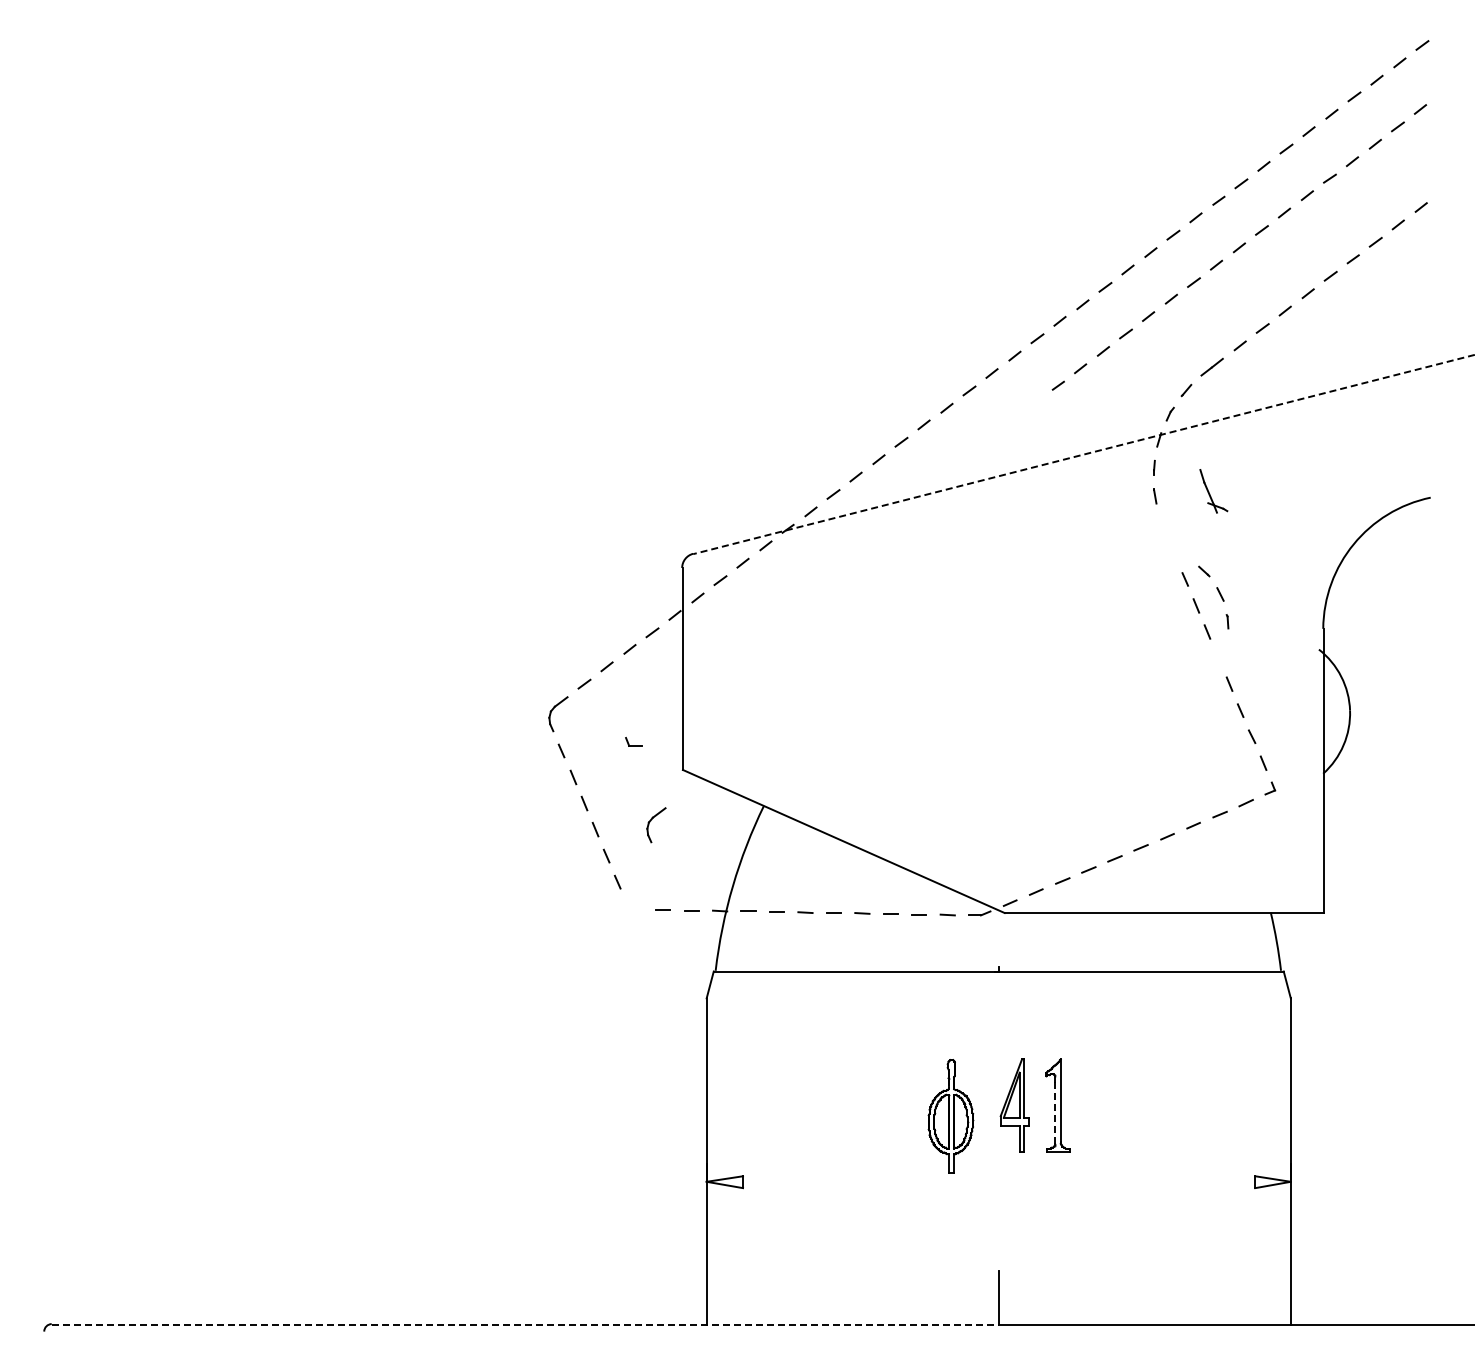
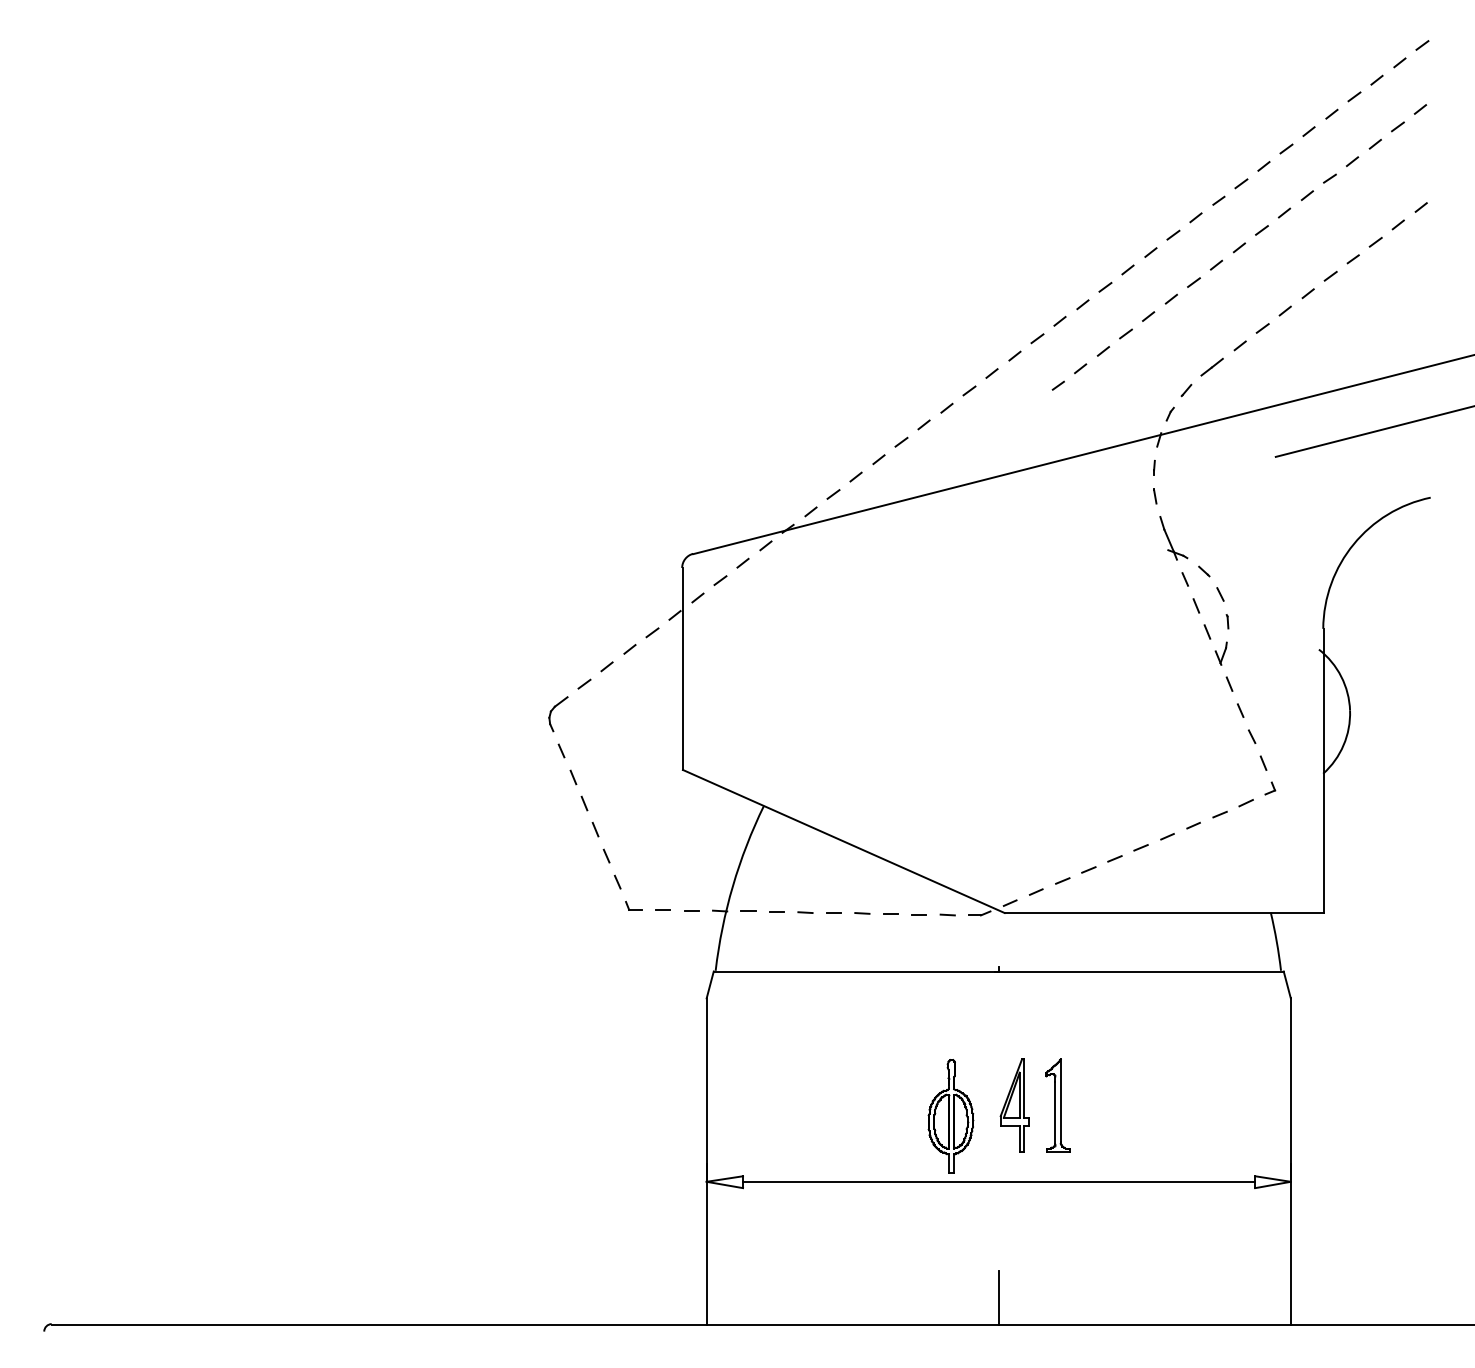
line at (1373, 431): none -> present
line at (1083, 454): dashed -> solid
part at (1213, 491) position: (1213, 491) -> (1173, 538)
part at (1220, 653): none -> present
part at (633, 741) position: (633, 741) -> (633, 905)
part at (650, 822): present -> none
line at (1055, 1113): dashed -> solid
line at (999, 1181): none -> present
line at (526, 1324): dashed -> solid
